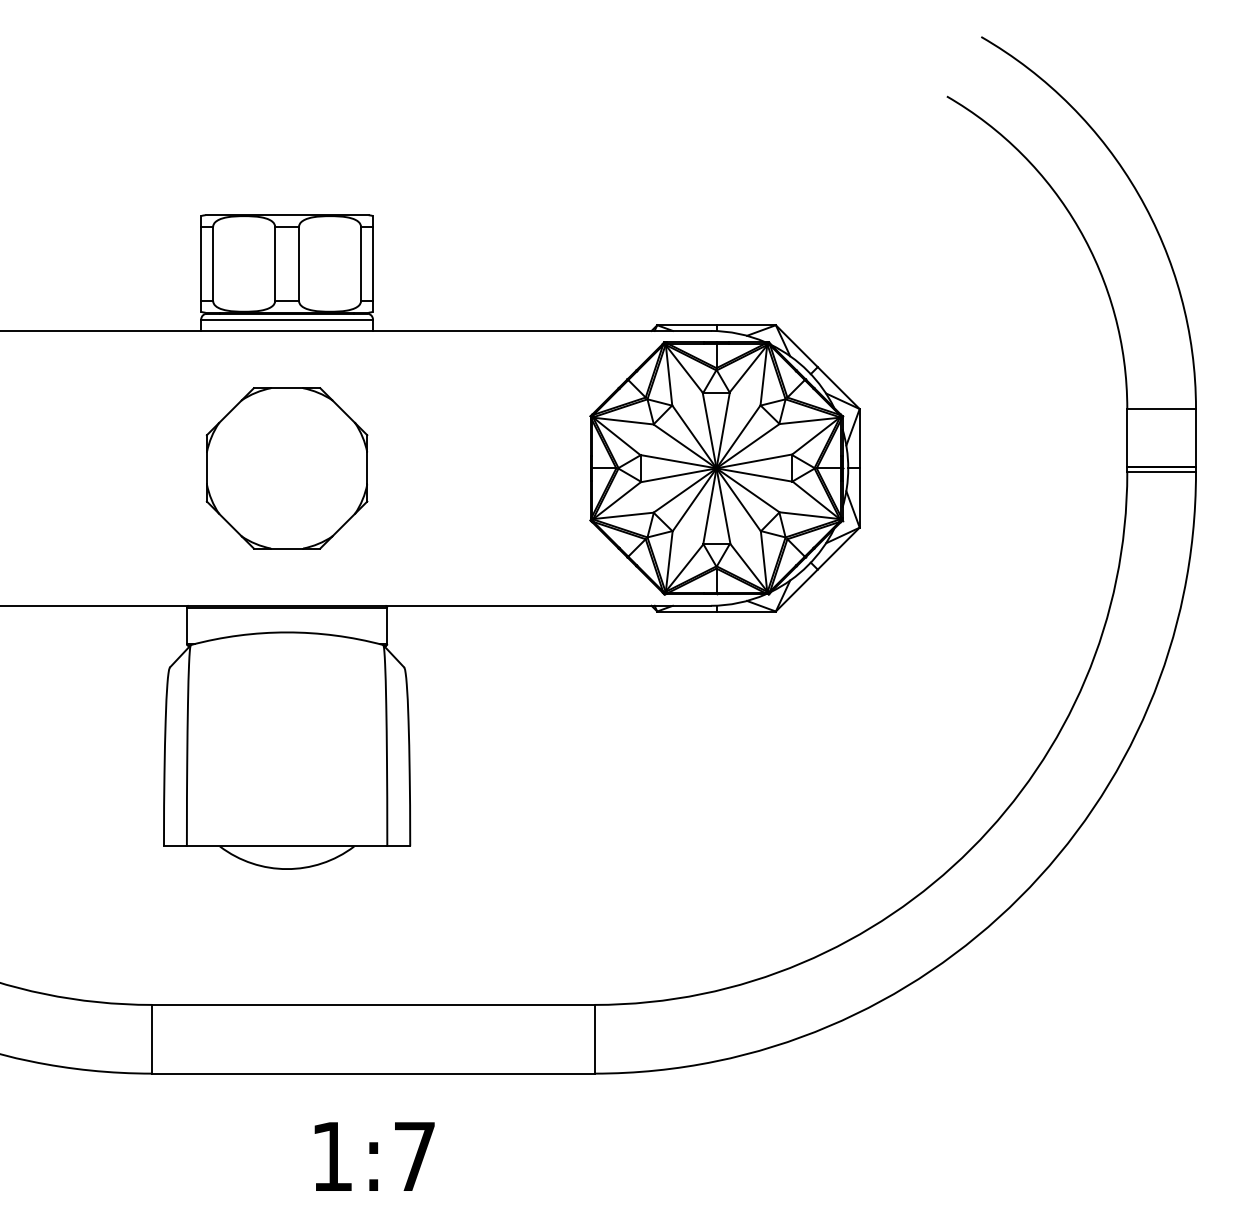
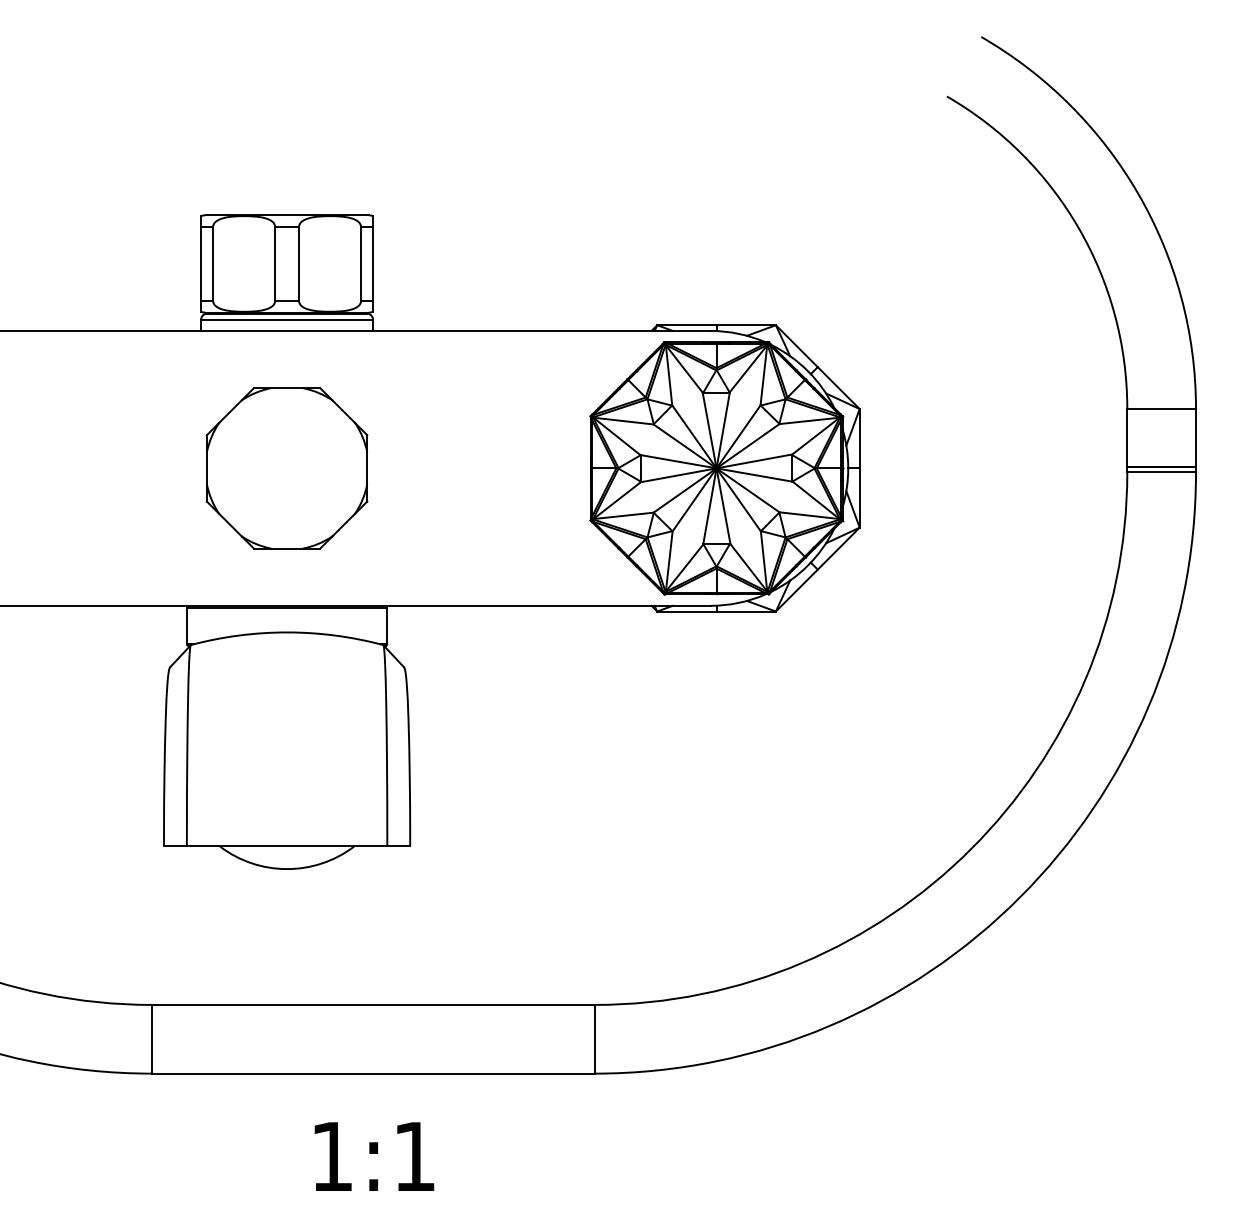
text at (414, 1156): 1:7 -> 1:1
